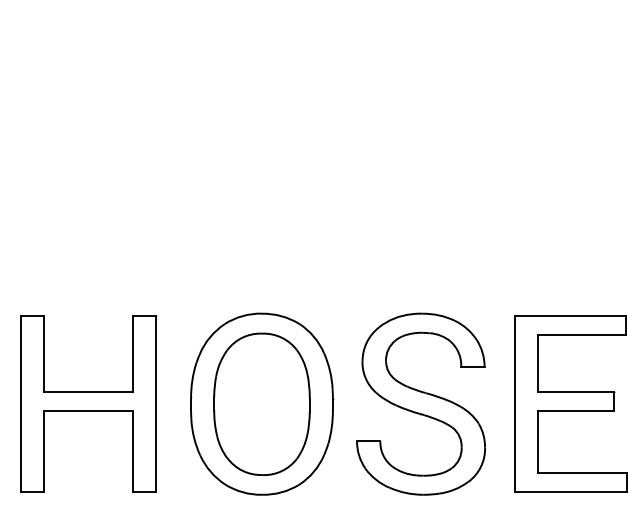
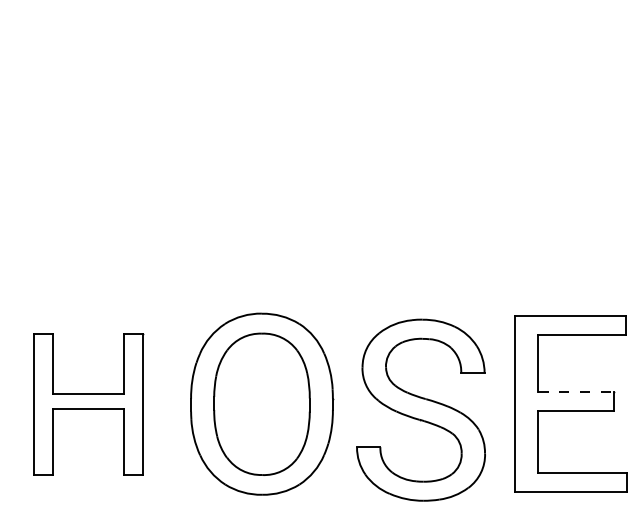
line at (576, 391): solid -> dashed
part at (88, 403) size: 138x178 px -> 112x143 px
part at (420, 403) position: (420, 403) -> (420, 409)
